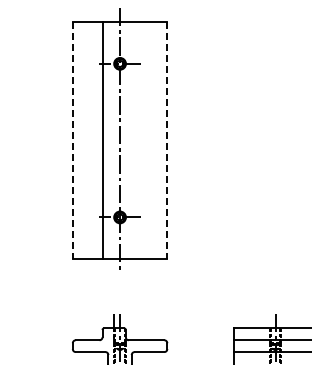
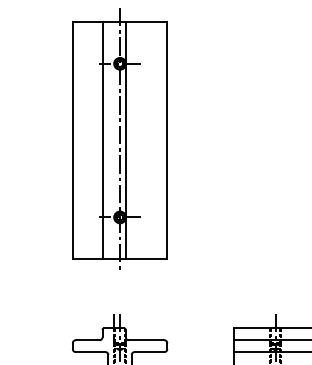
line at (125, 140): none -> present
line at (72, 141): dashed -> solid
line at (167, 141): dashed -> solid
